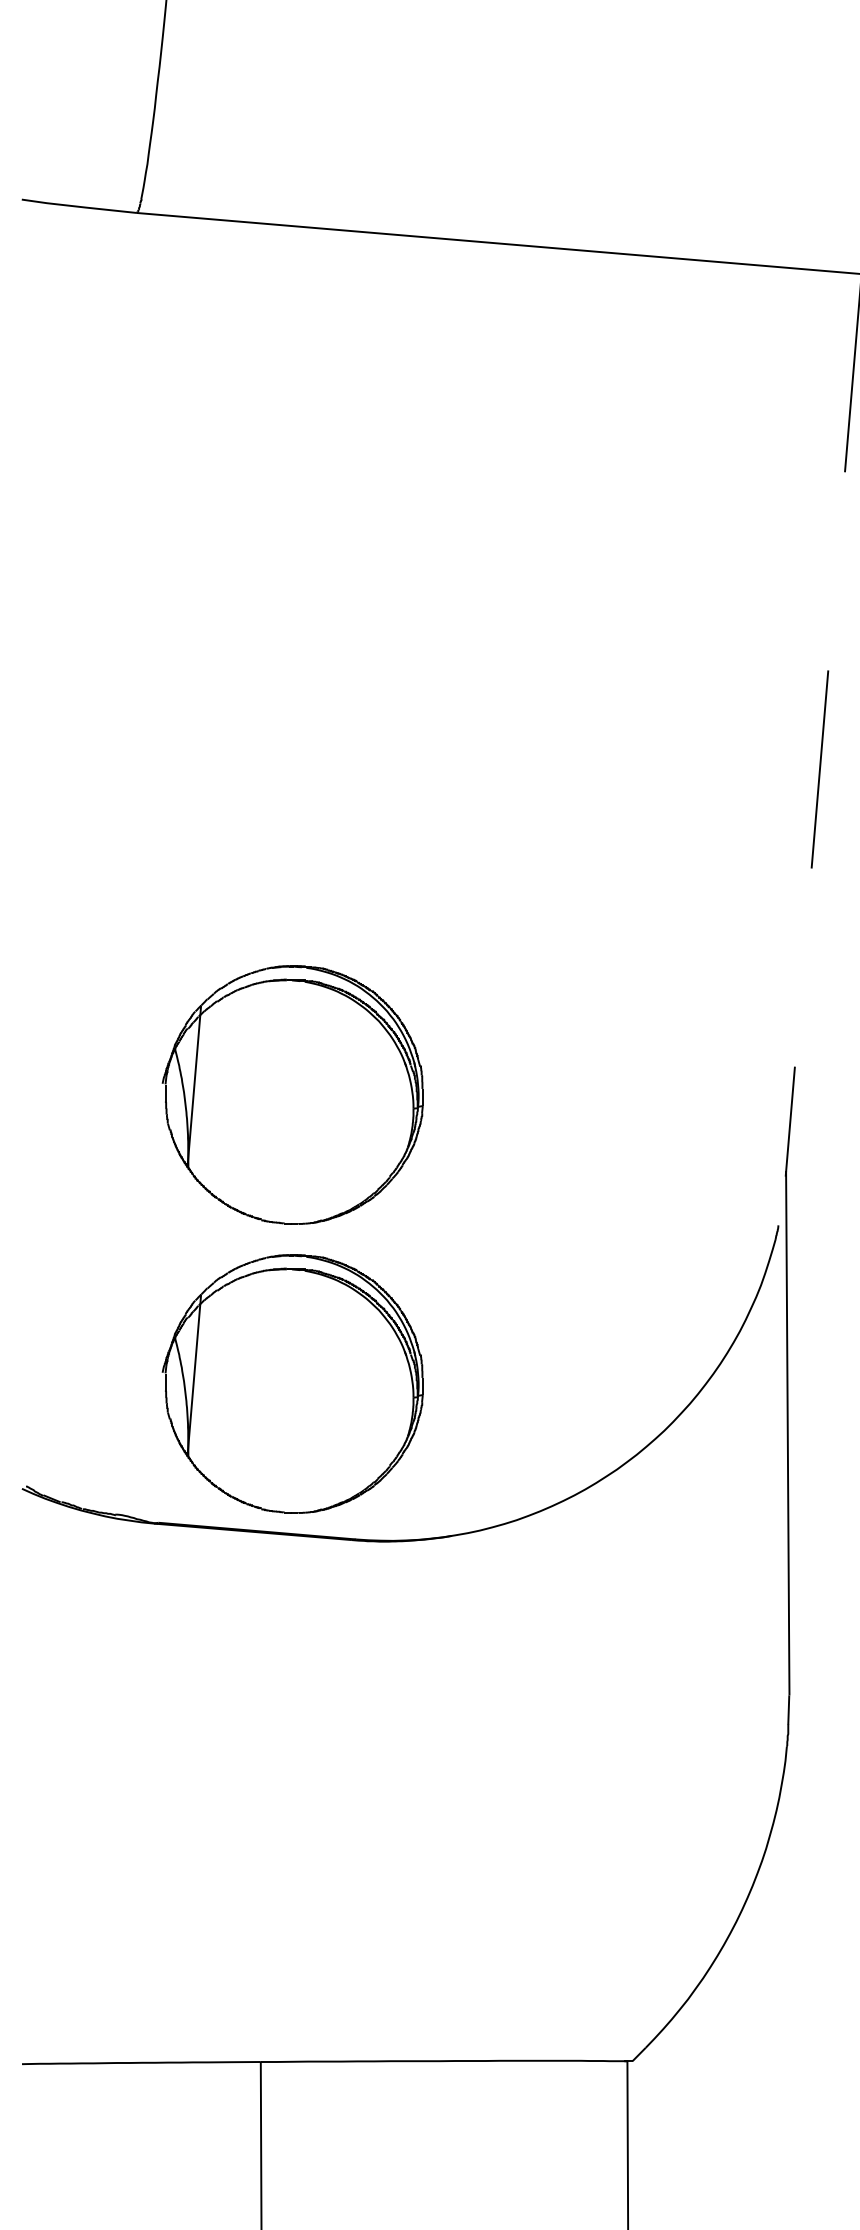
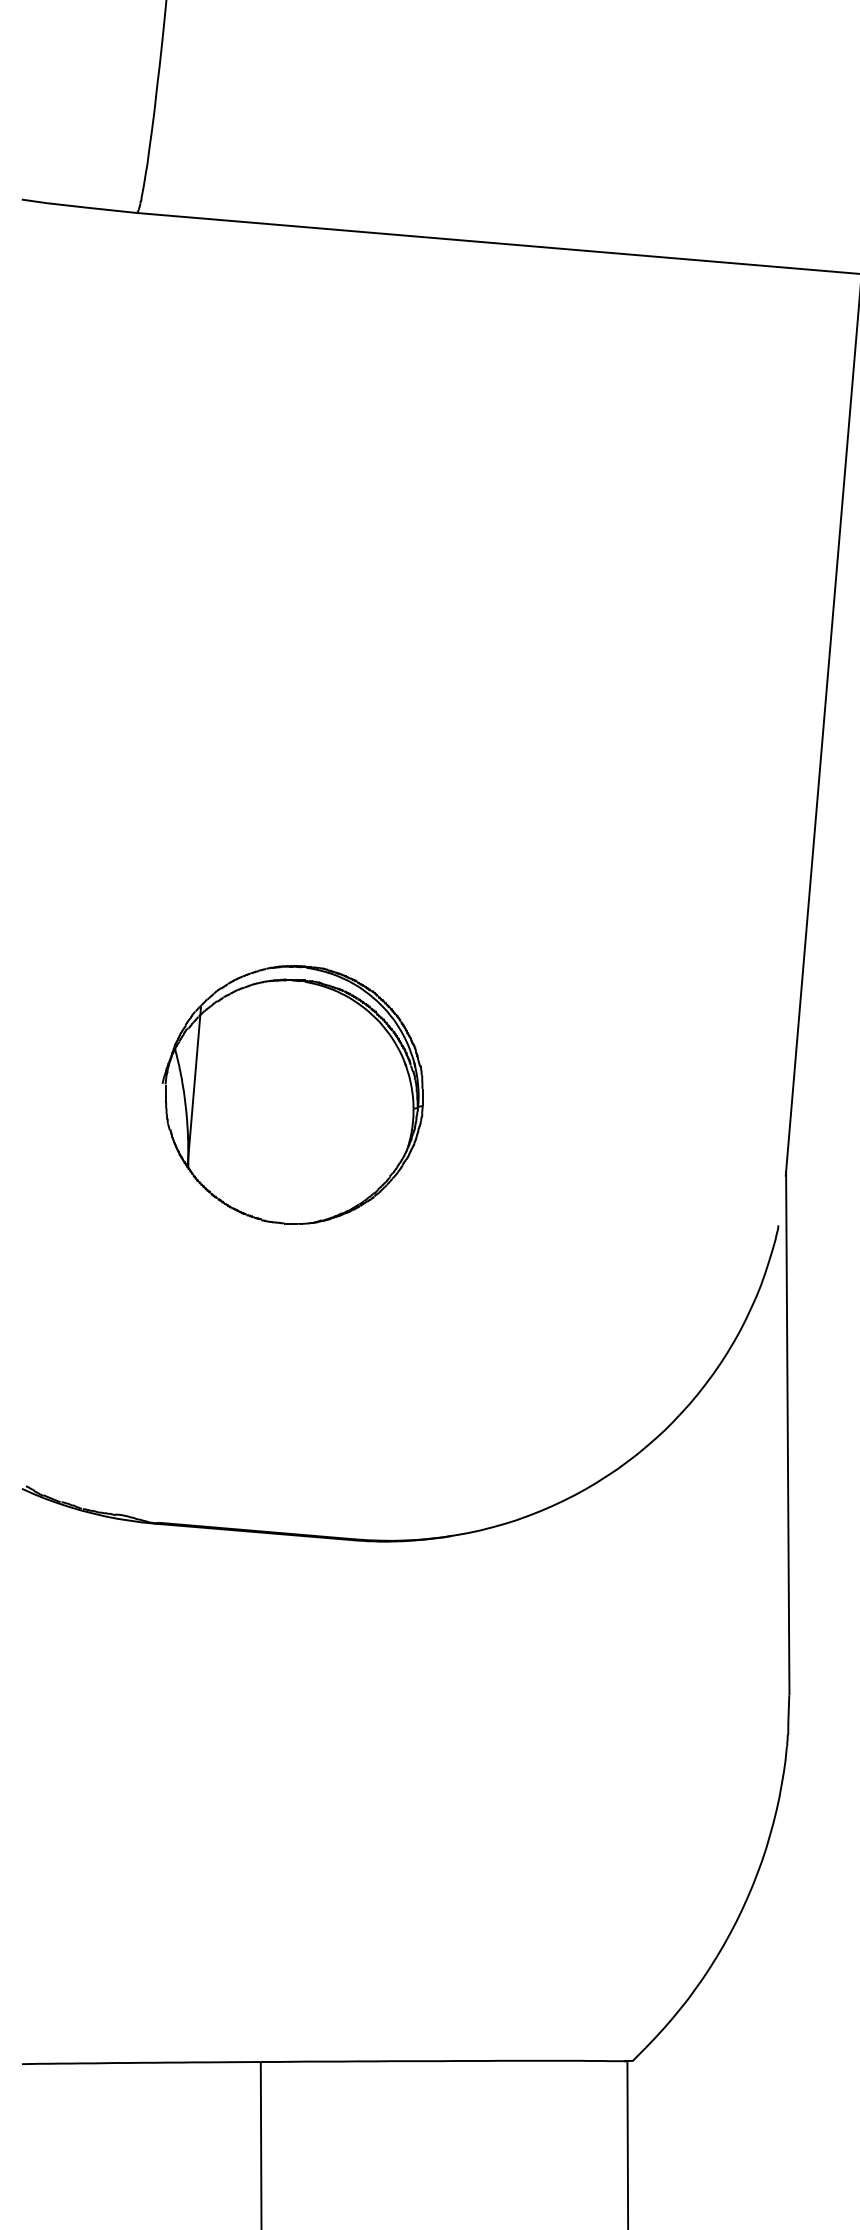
line at (822, 735): dashed -> solid
part at (292, 1383): present -> none
